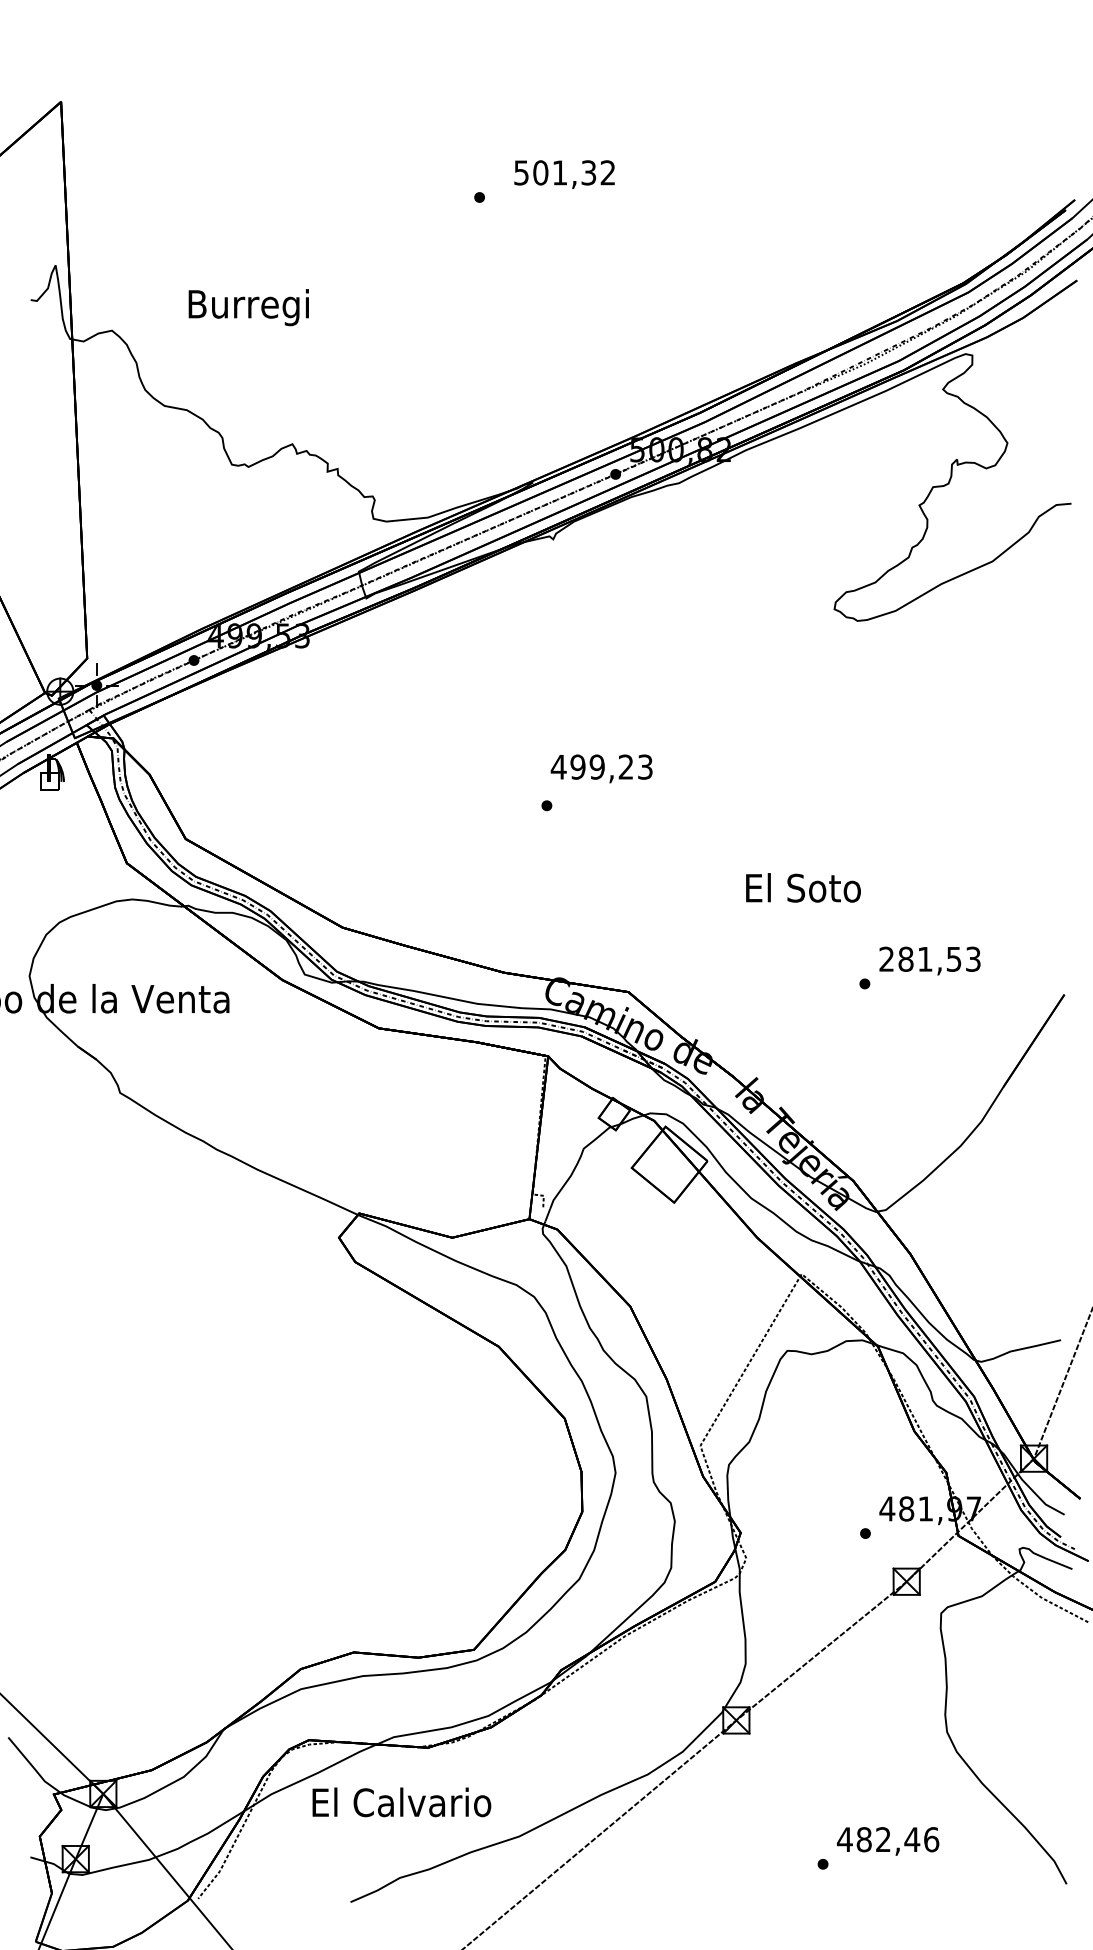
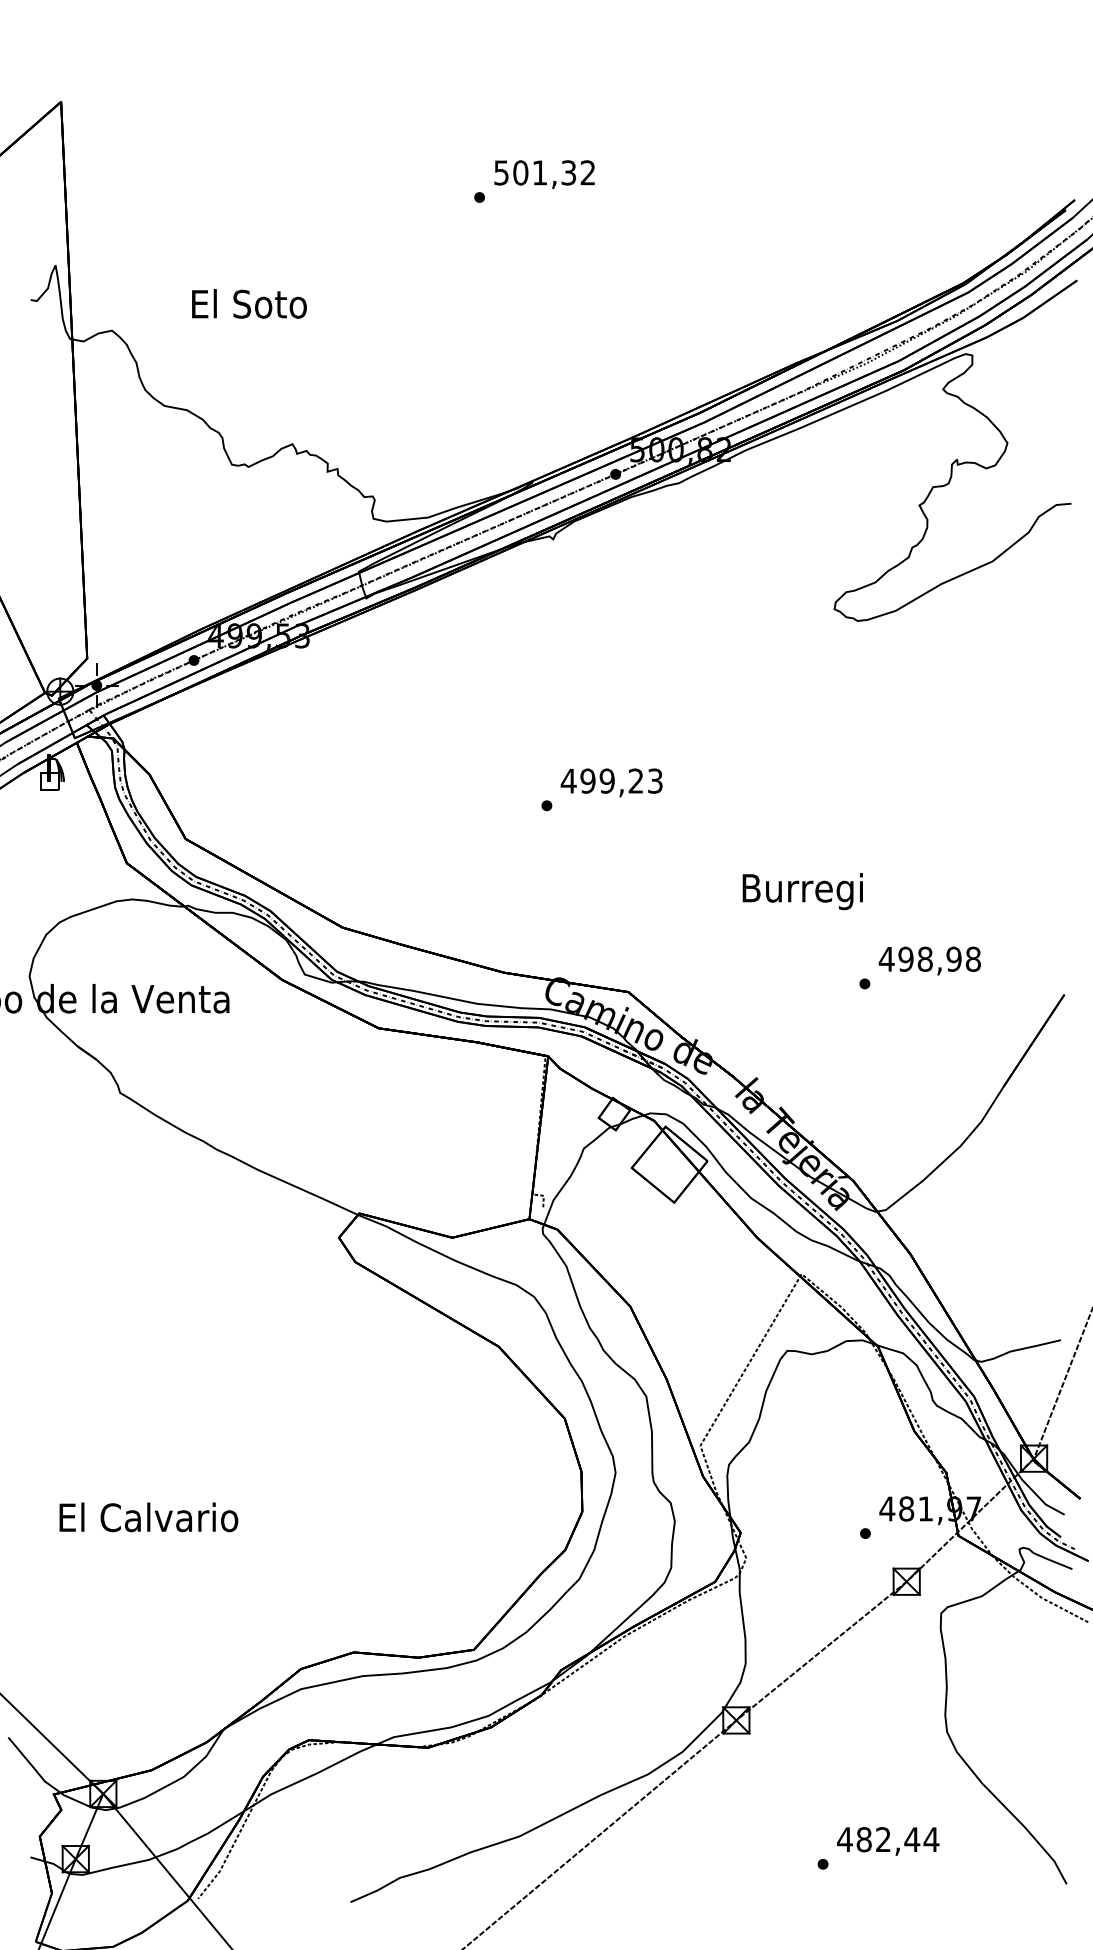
text at (564, 174) position: (564, 174) -> (544, 174)
text at (248, 307): Burregi -> El Soto
text at (601, 768) position: (601, 768) -> (611, 782)
text at (802, 891): El Soto -> Burregi
text at (929, 958): 281,53 -> 498,98
text at (401, 1802) position: (401, 1802) -> (148, 1517)
text at (931, 1839): 482,46 -> 482,44
